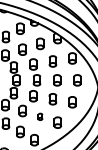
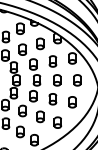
part at (40, 116) size: 7x9 px -> 9x14 px
